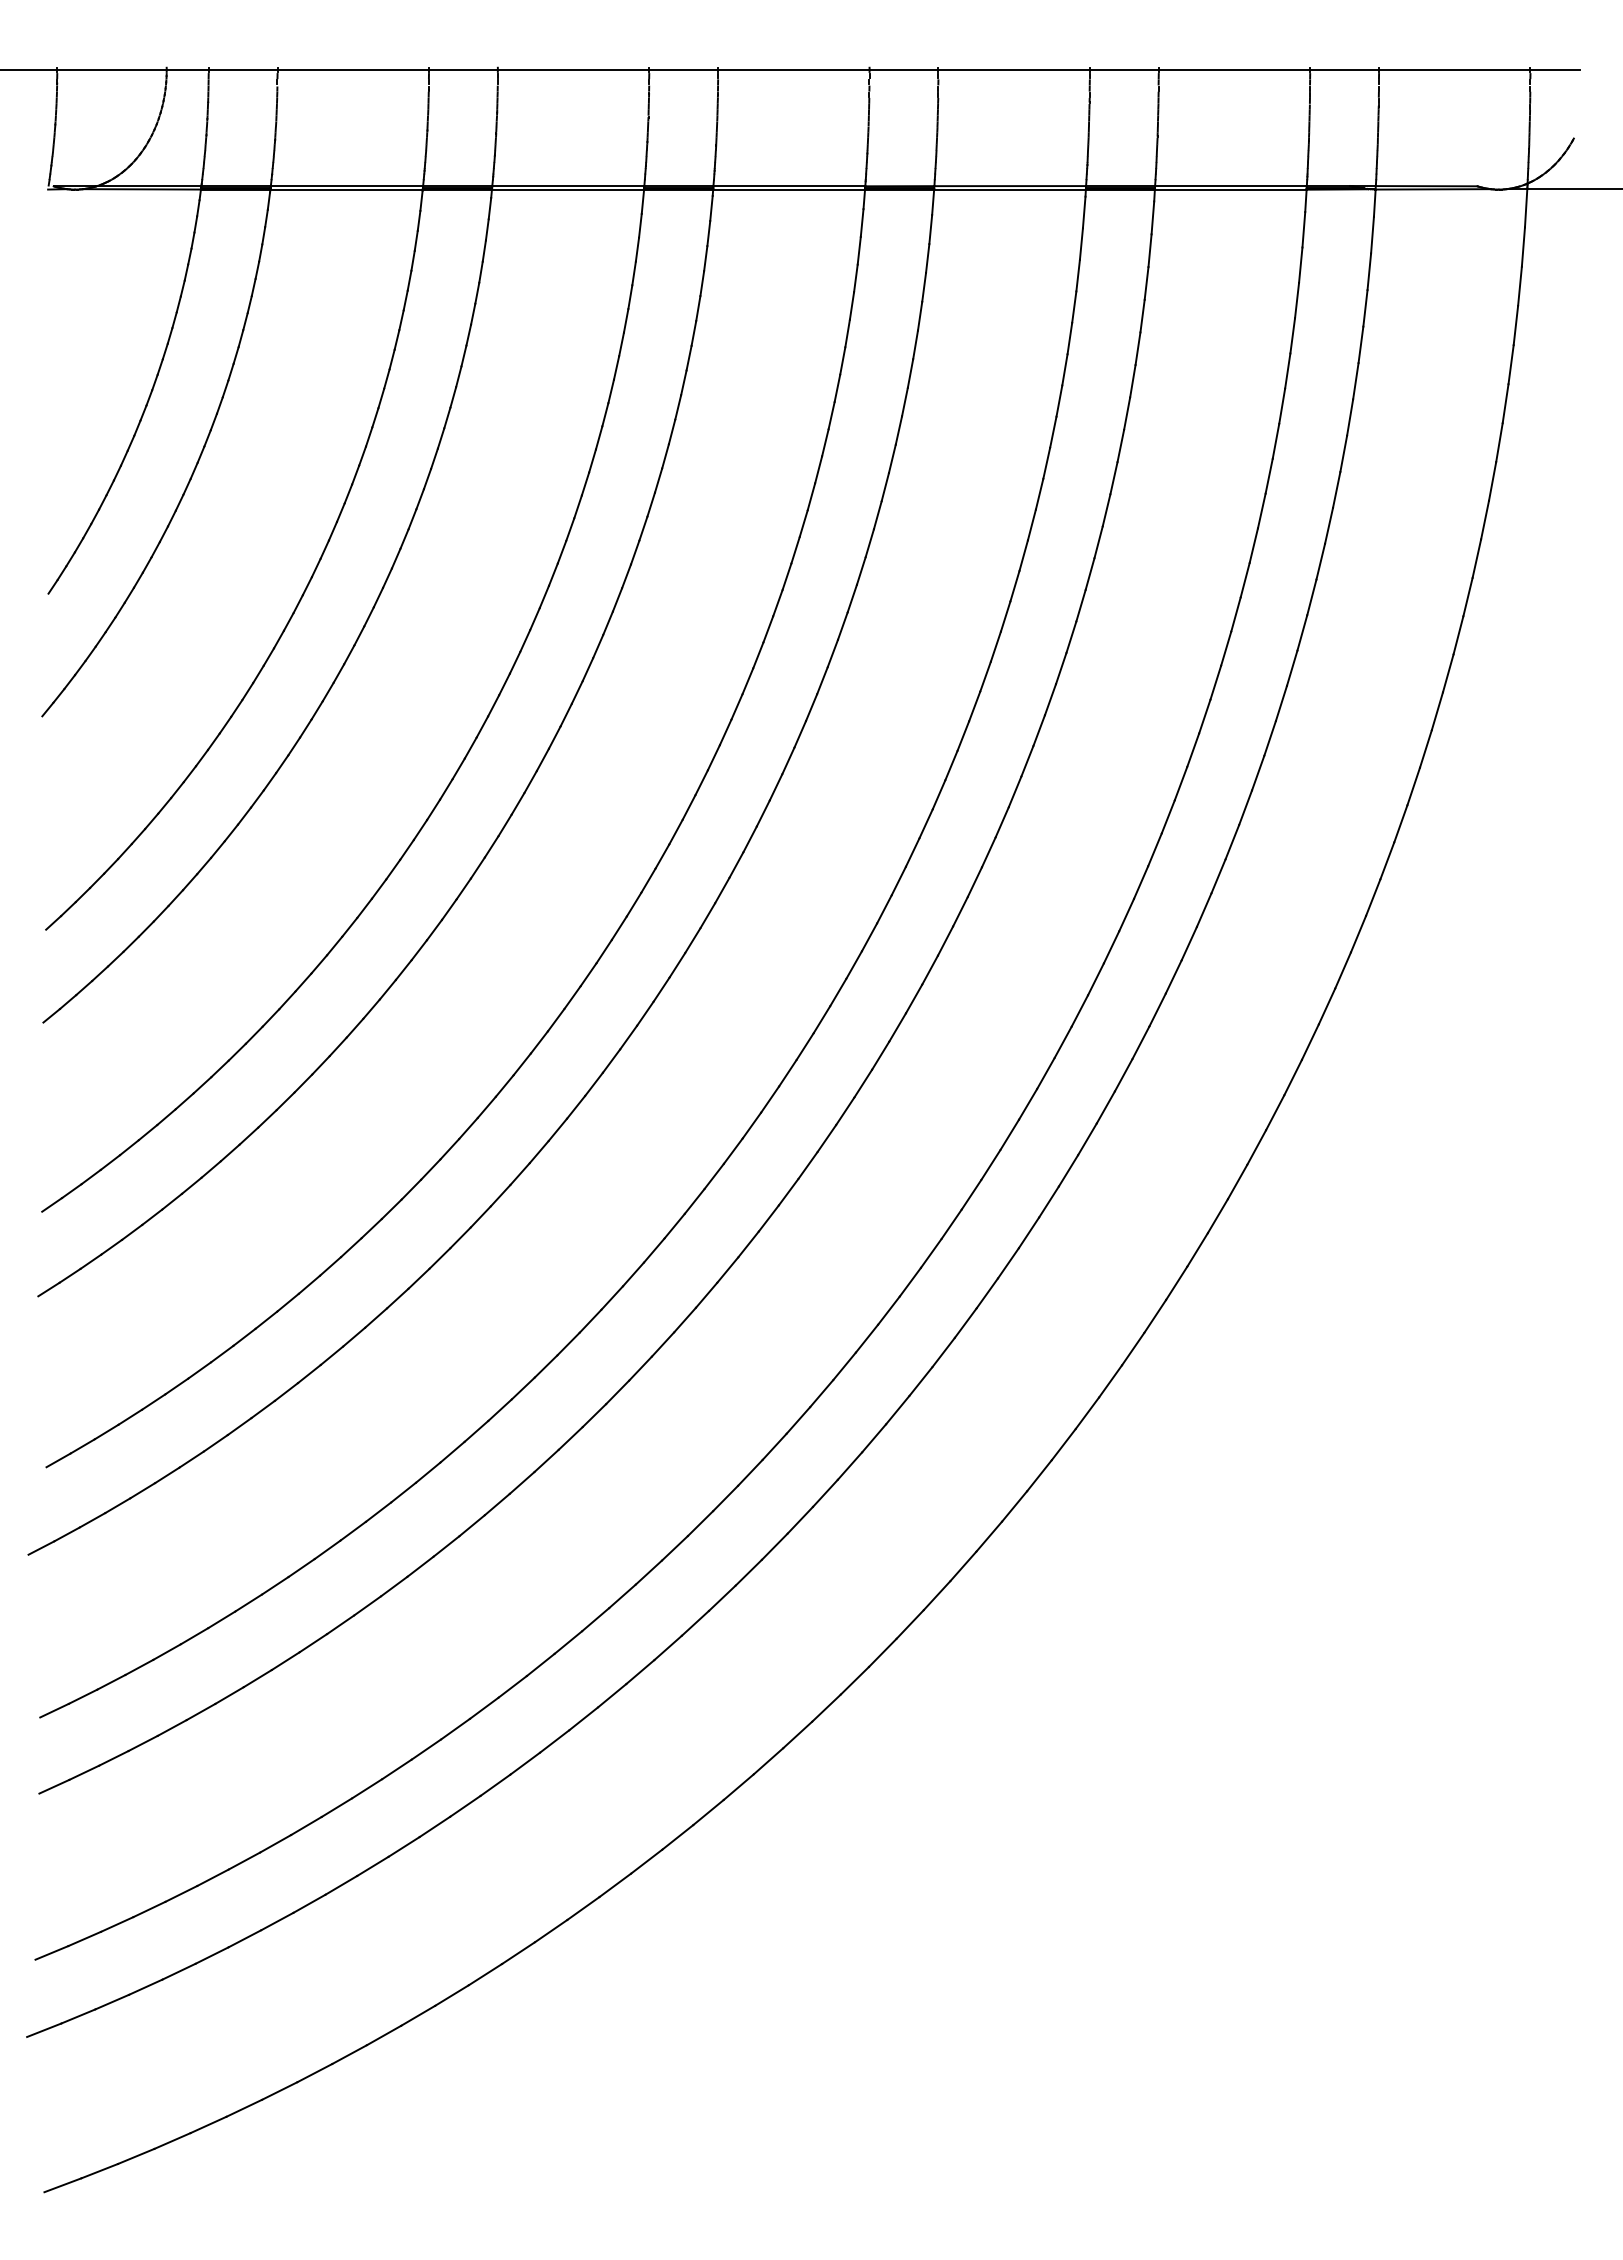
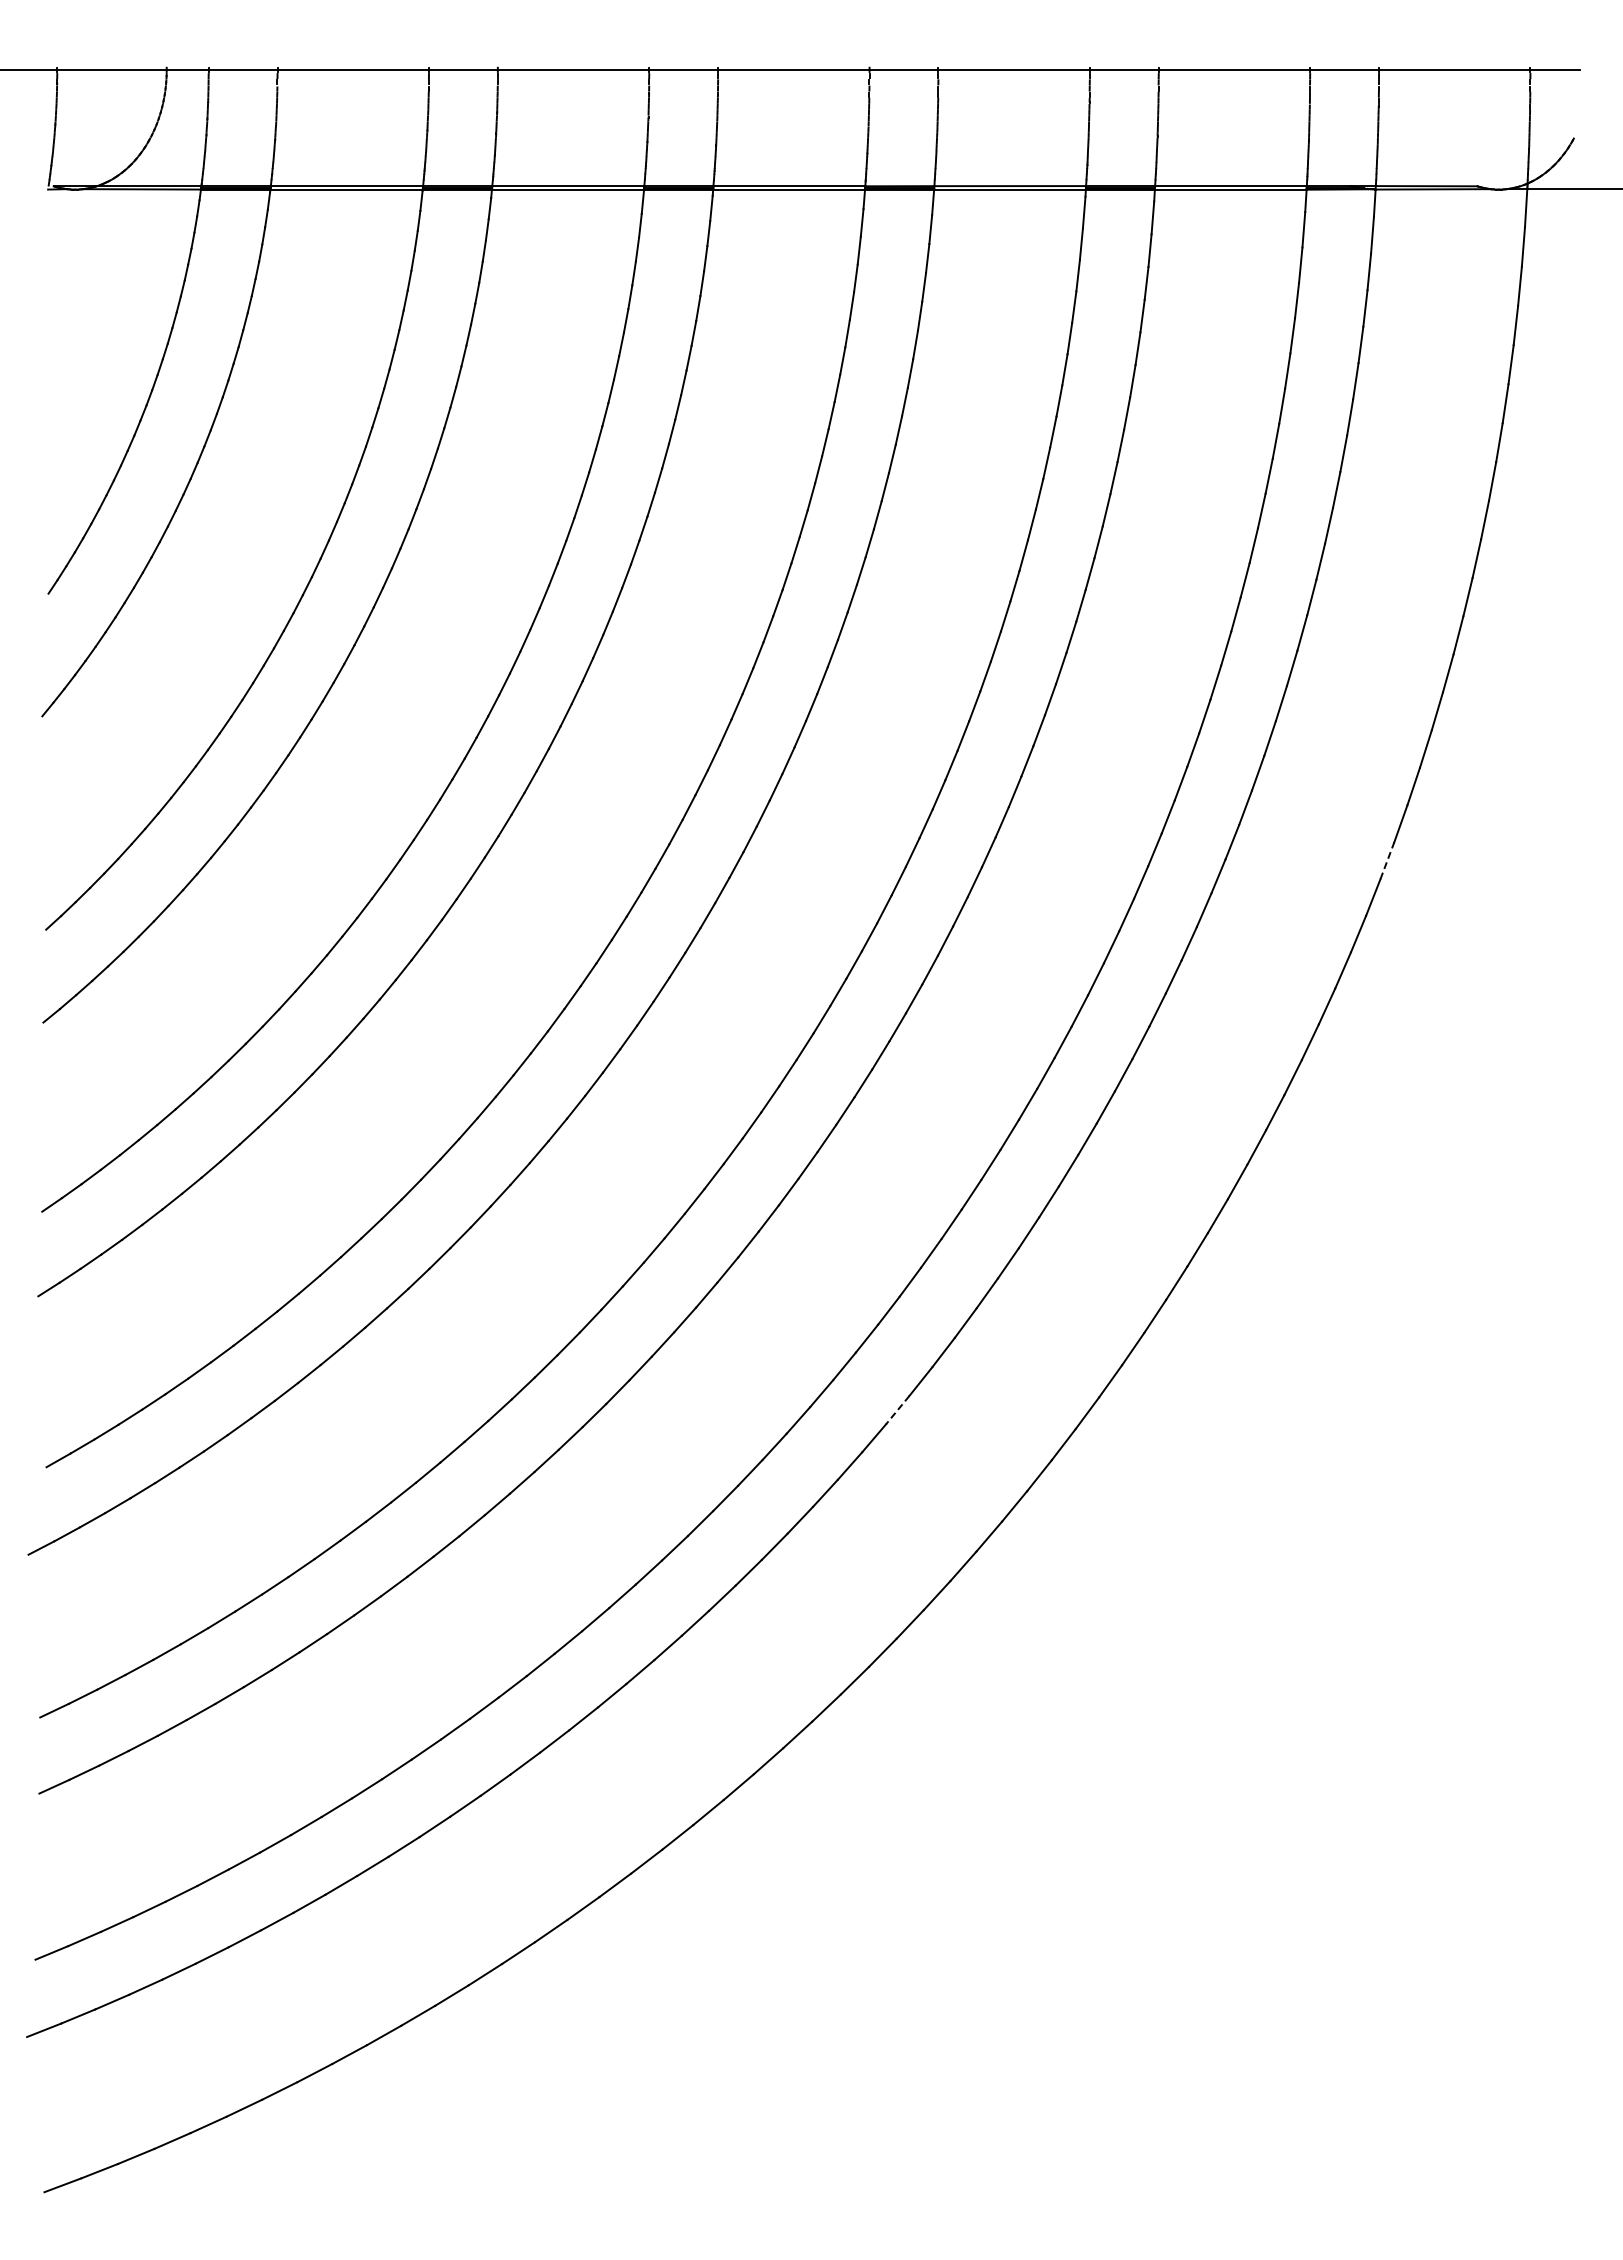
line at (1387, 860): solid -> dashed
line at (897, 1410): solid -> dashed
